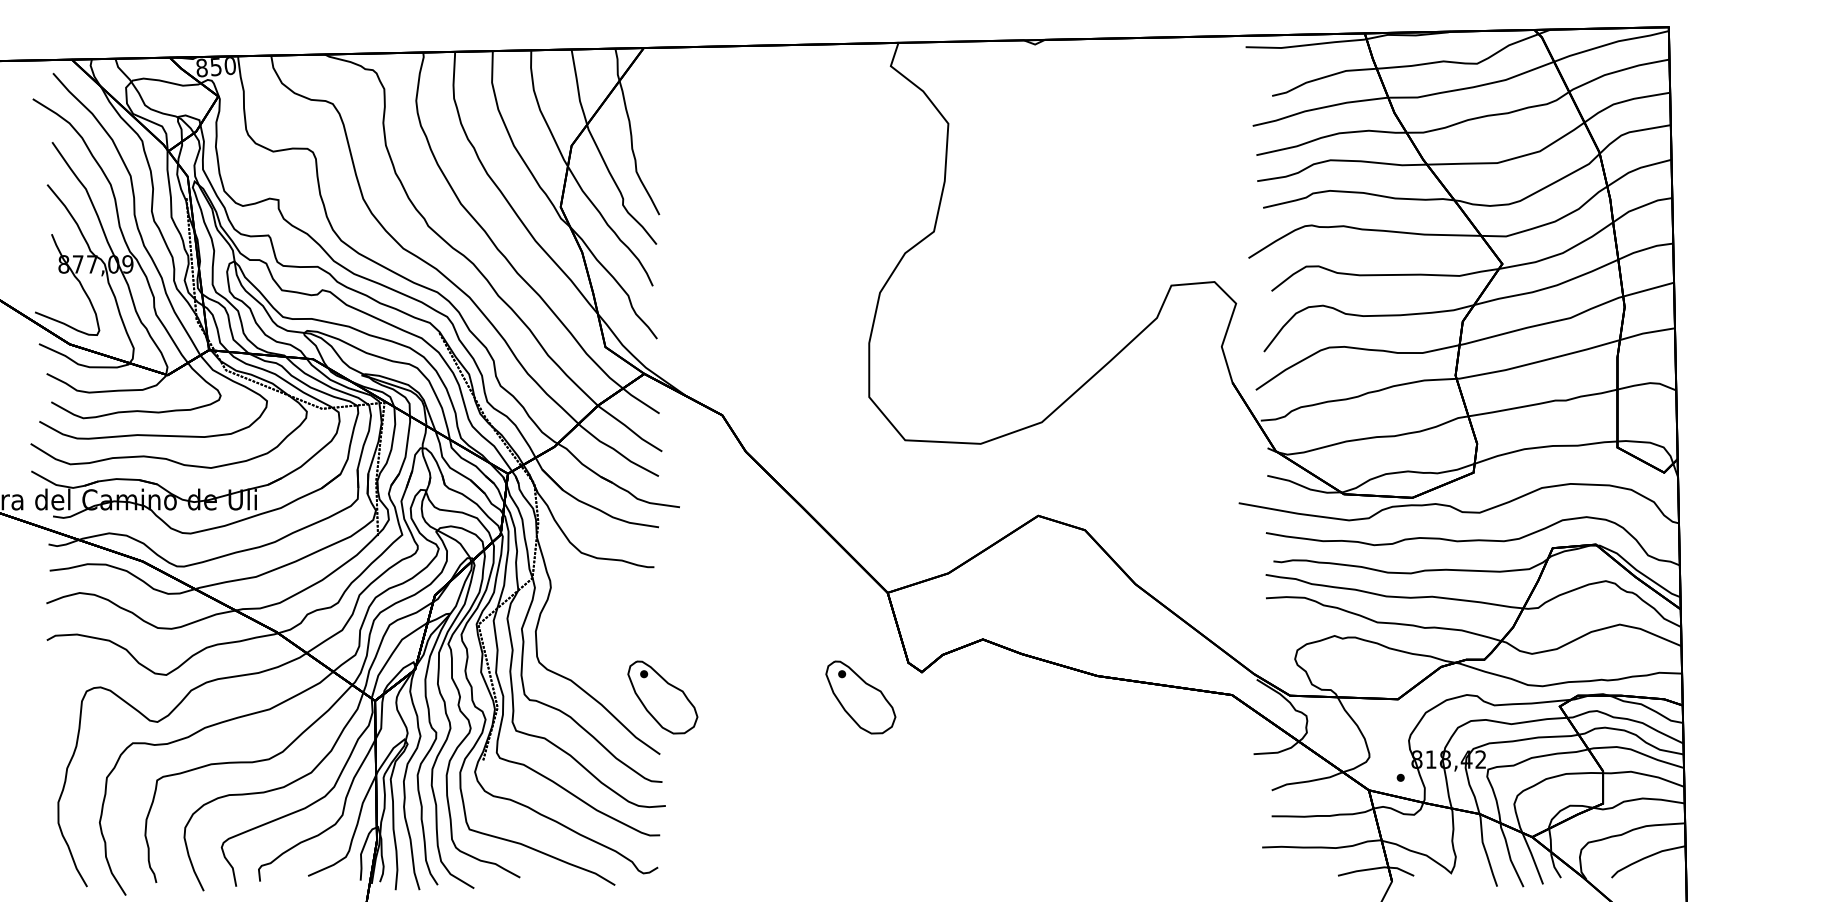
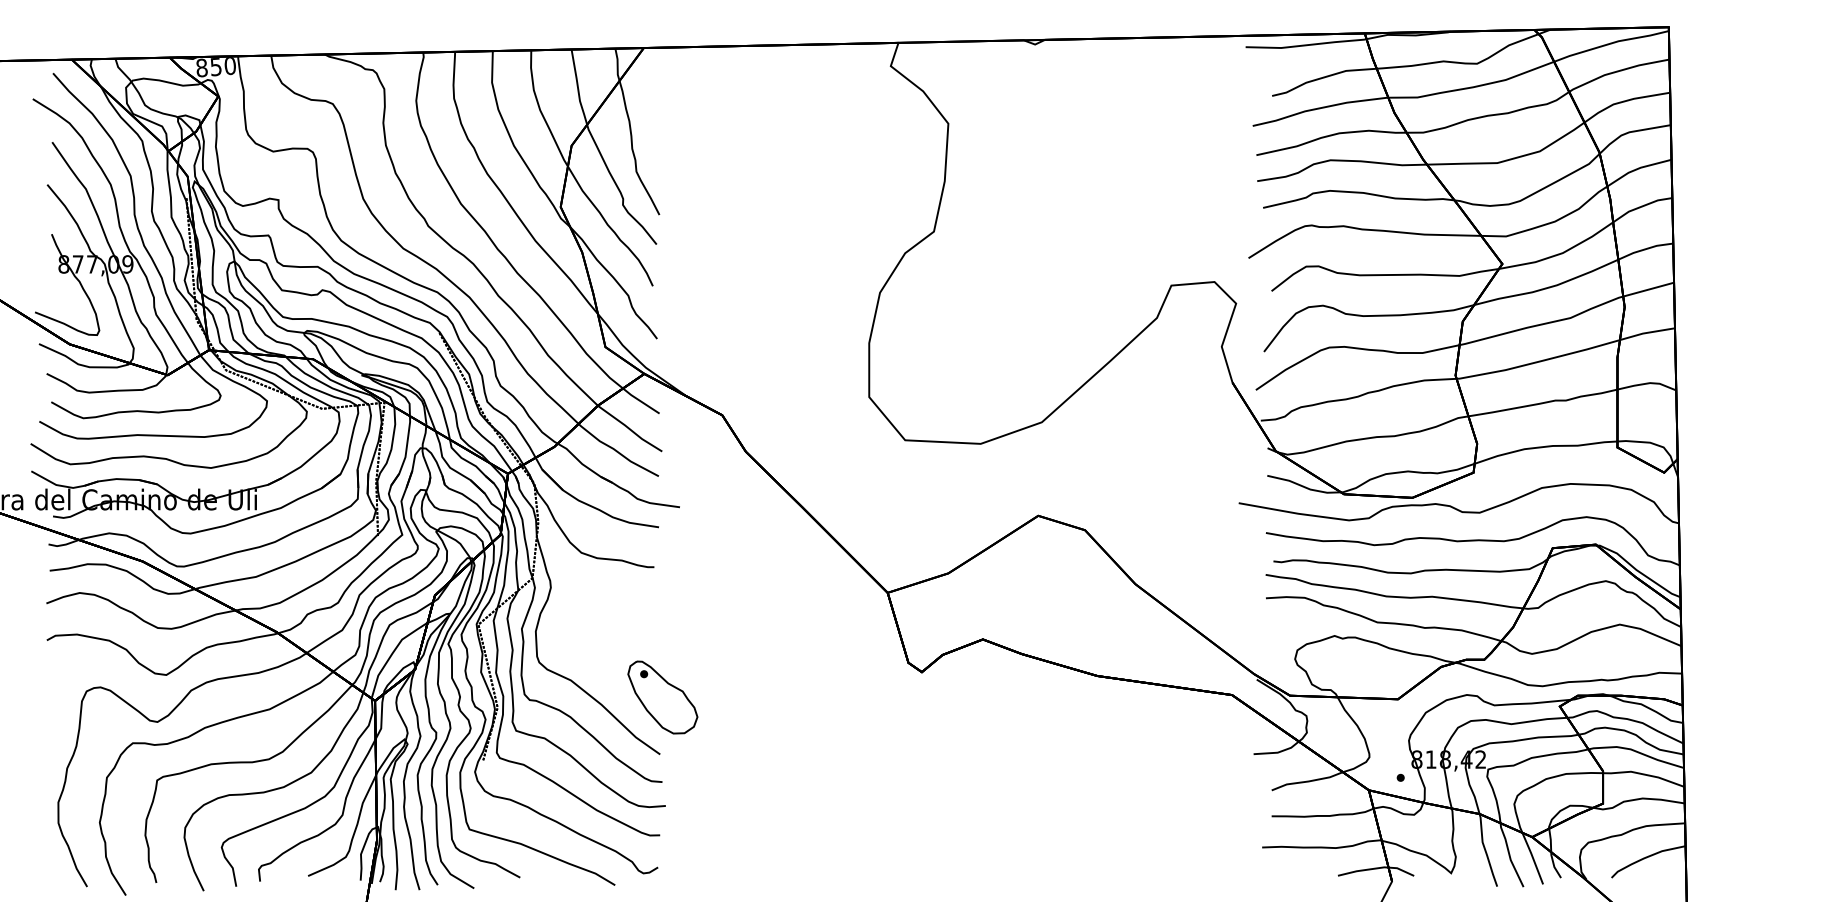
part at (860, 697): present -> none
